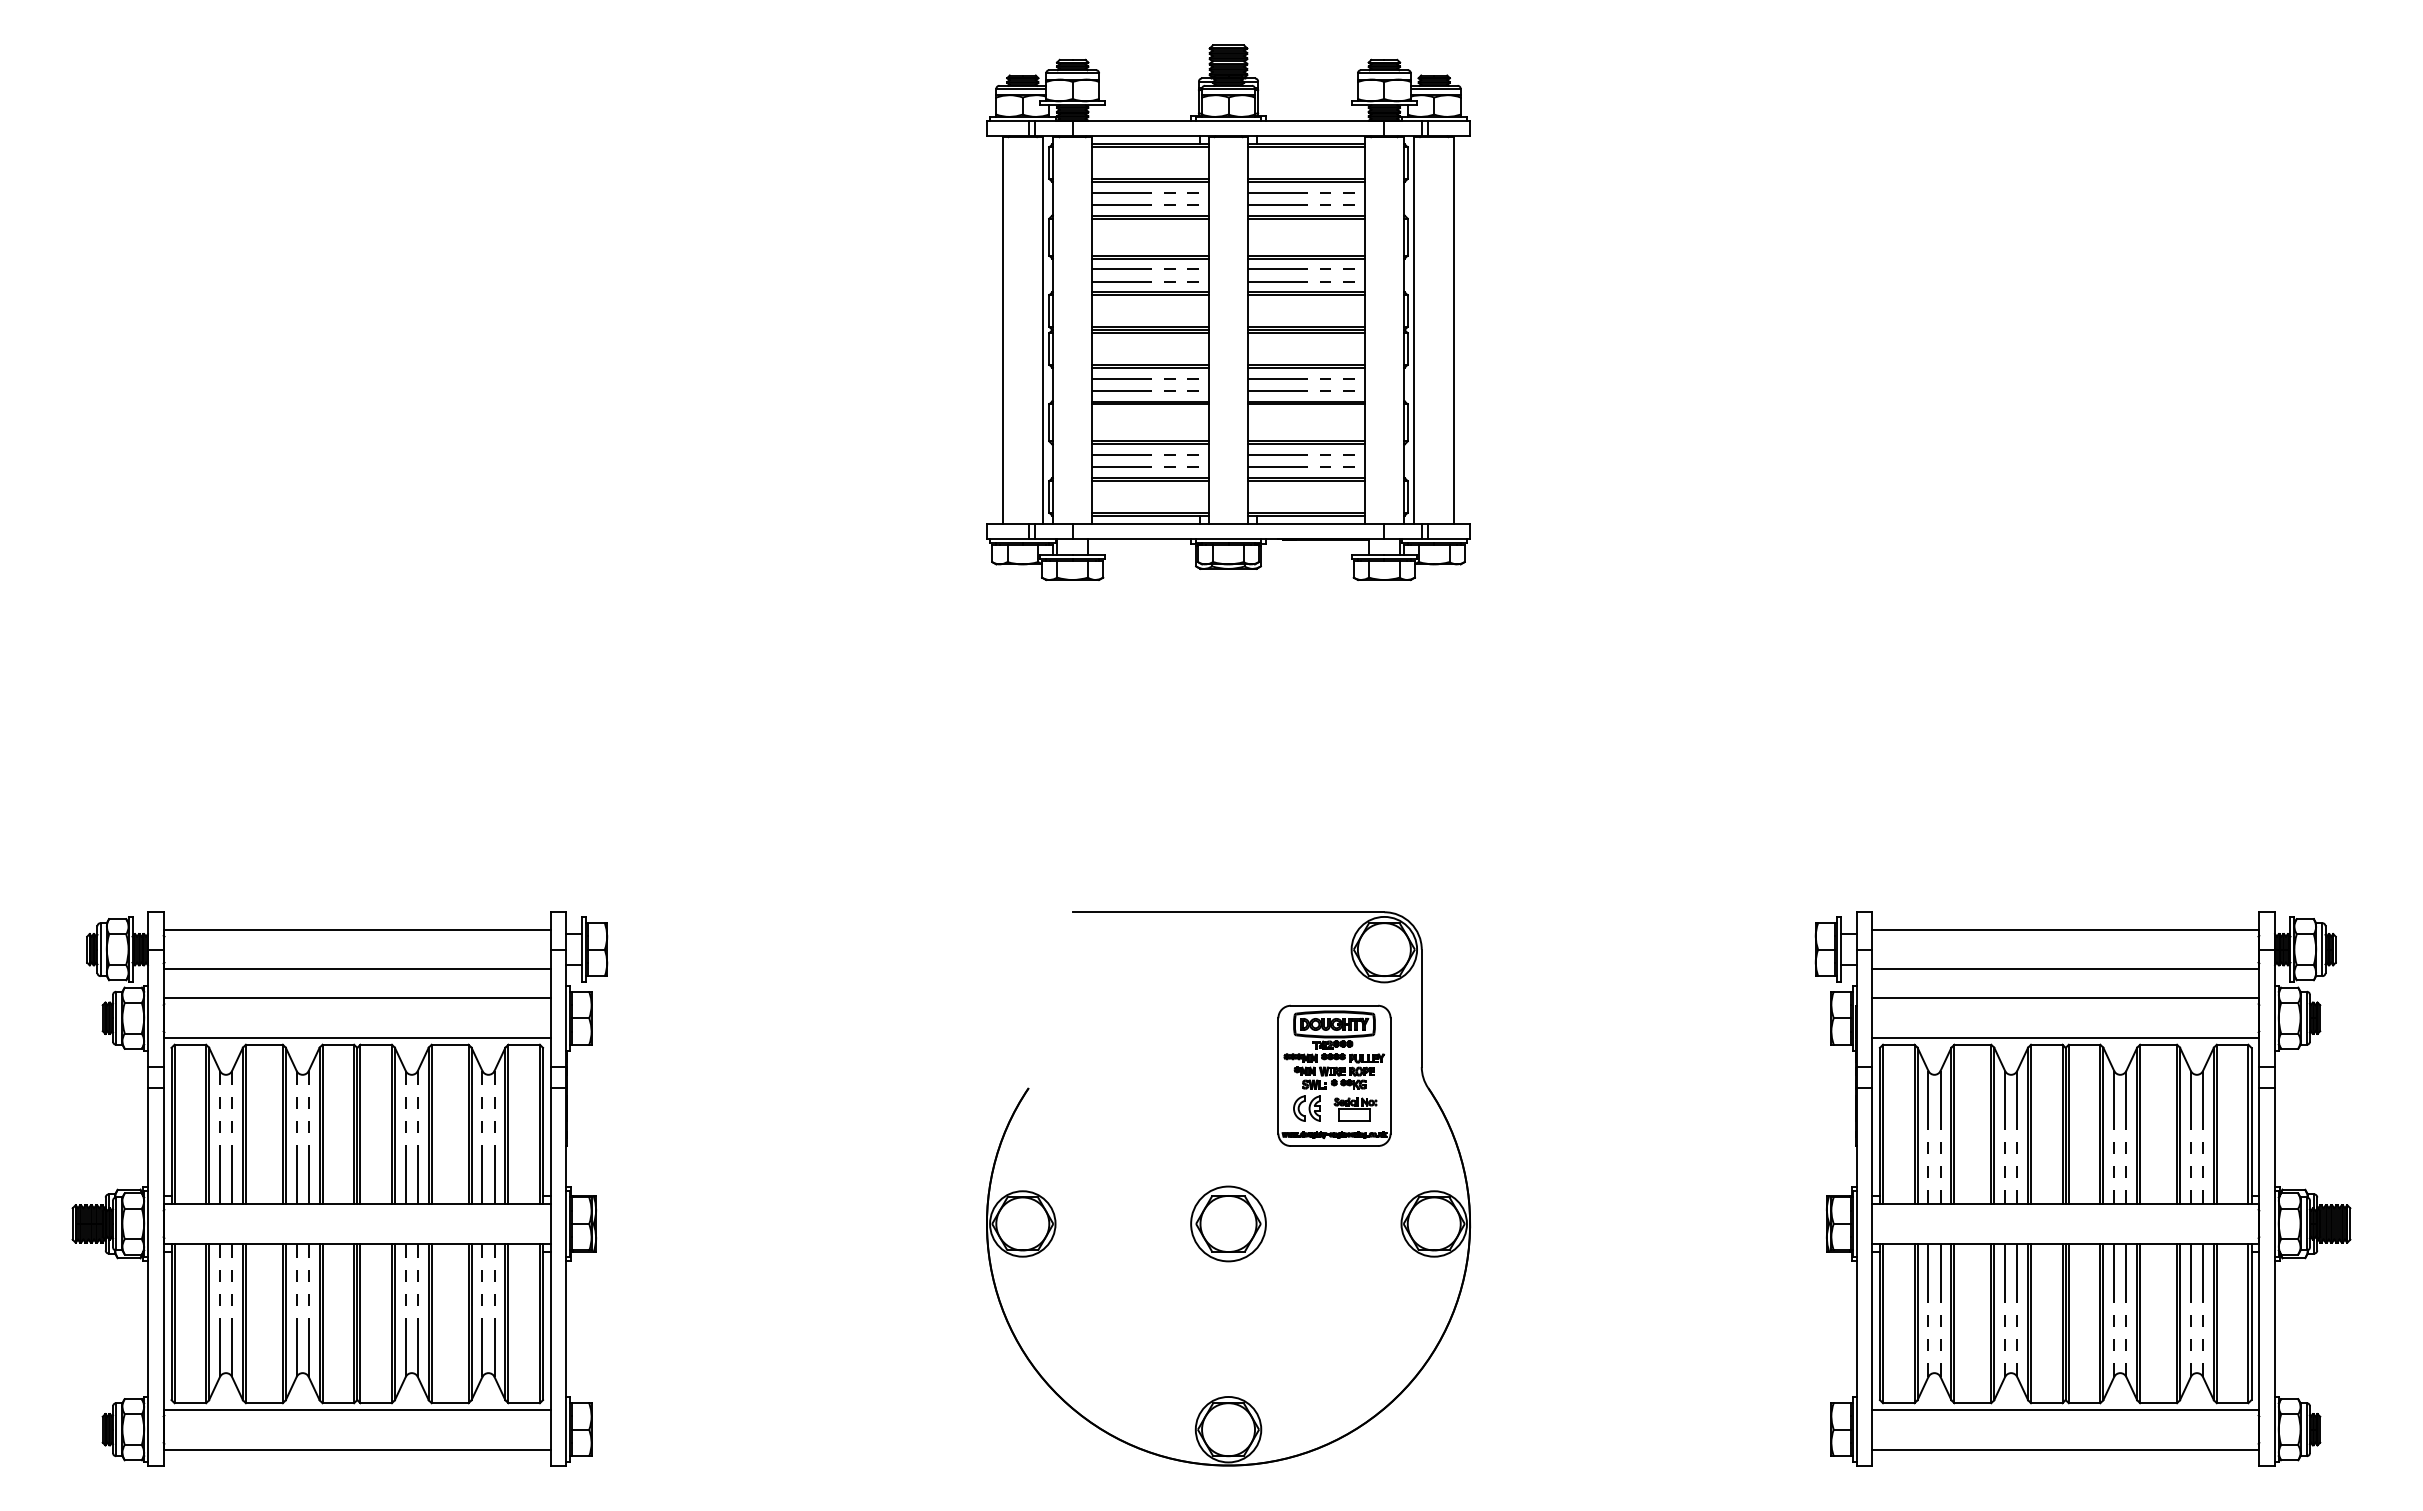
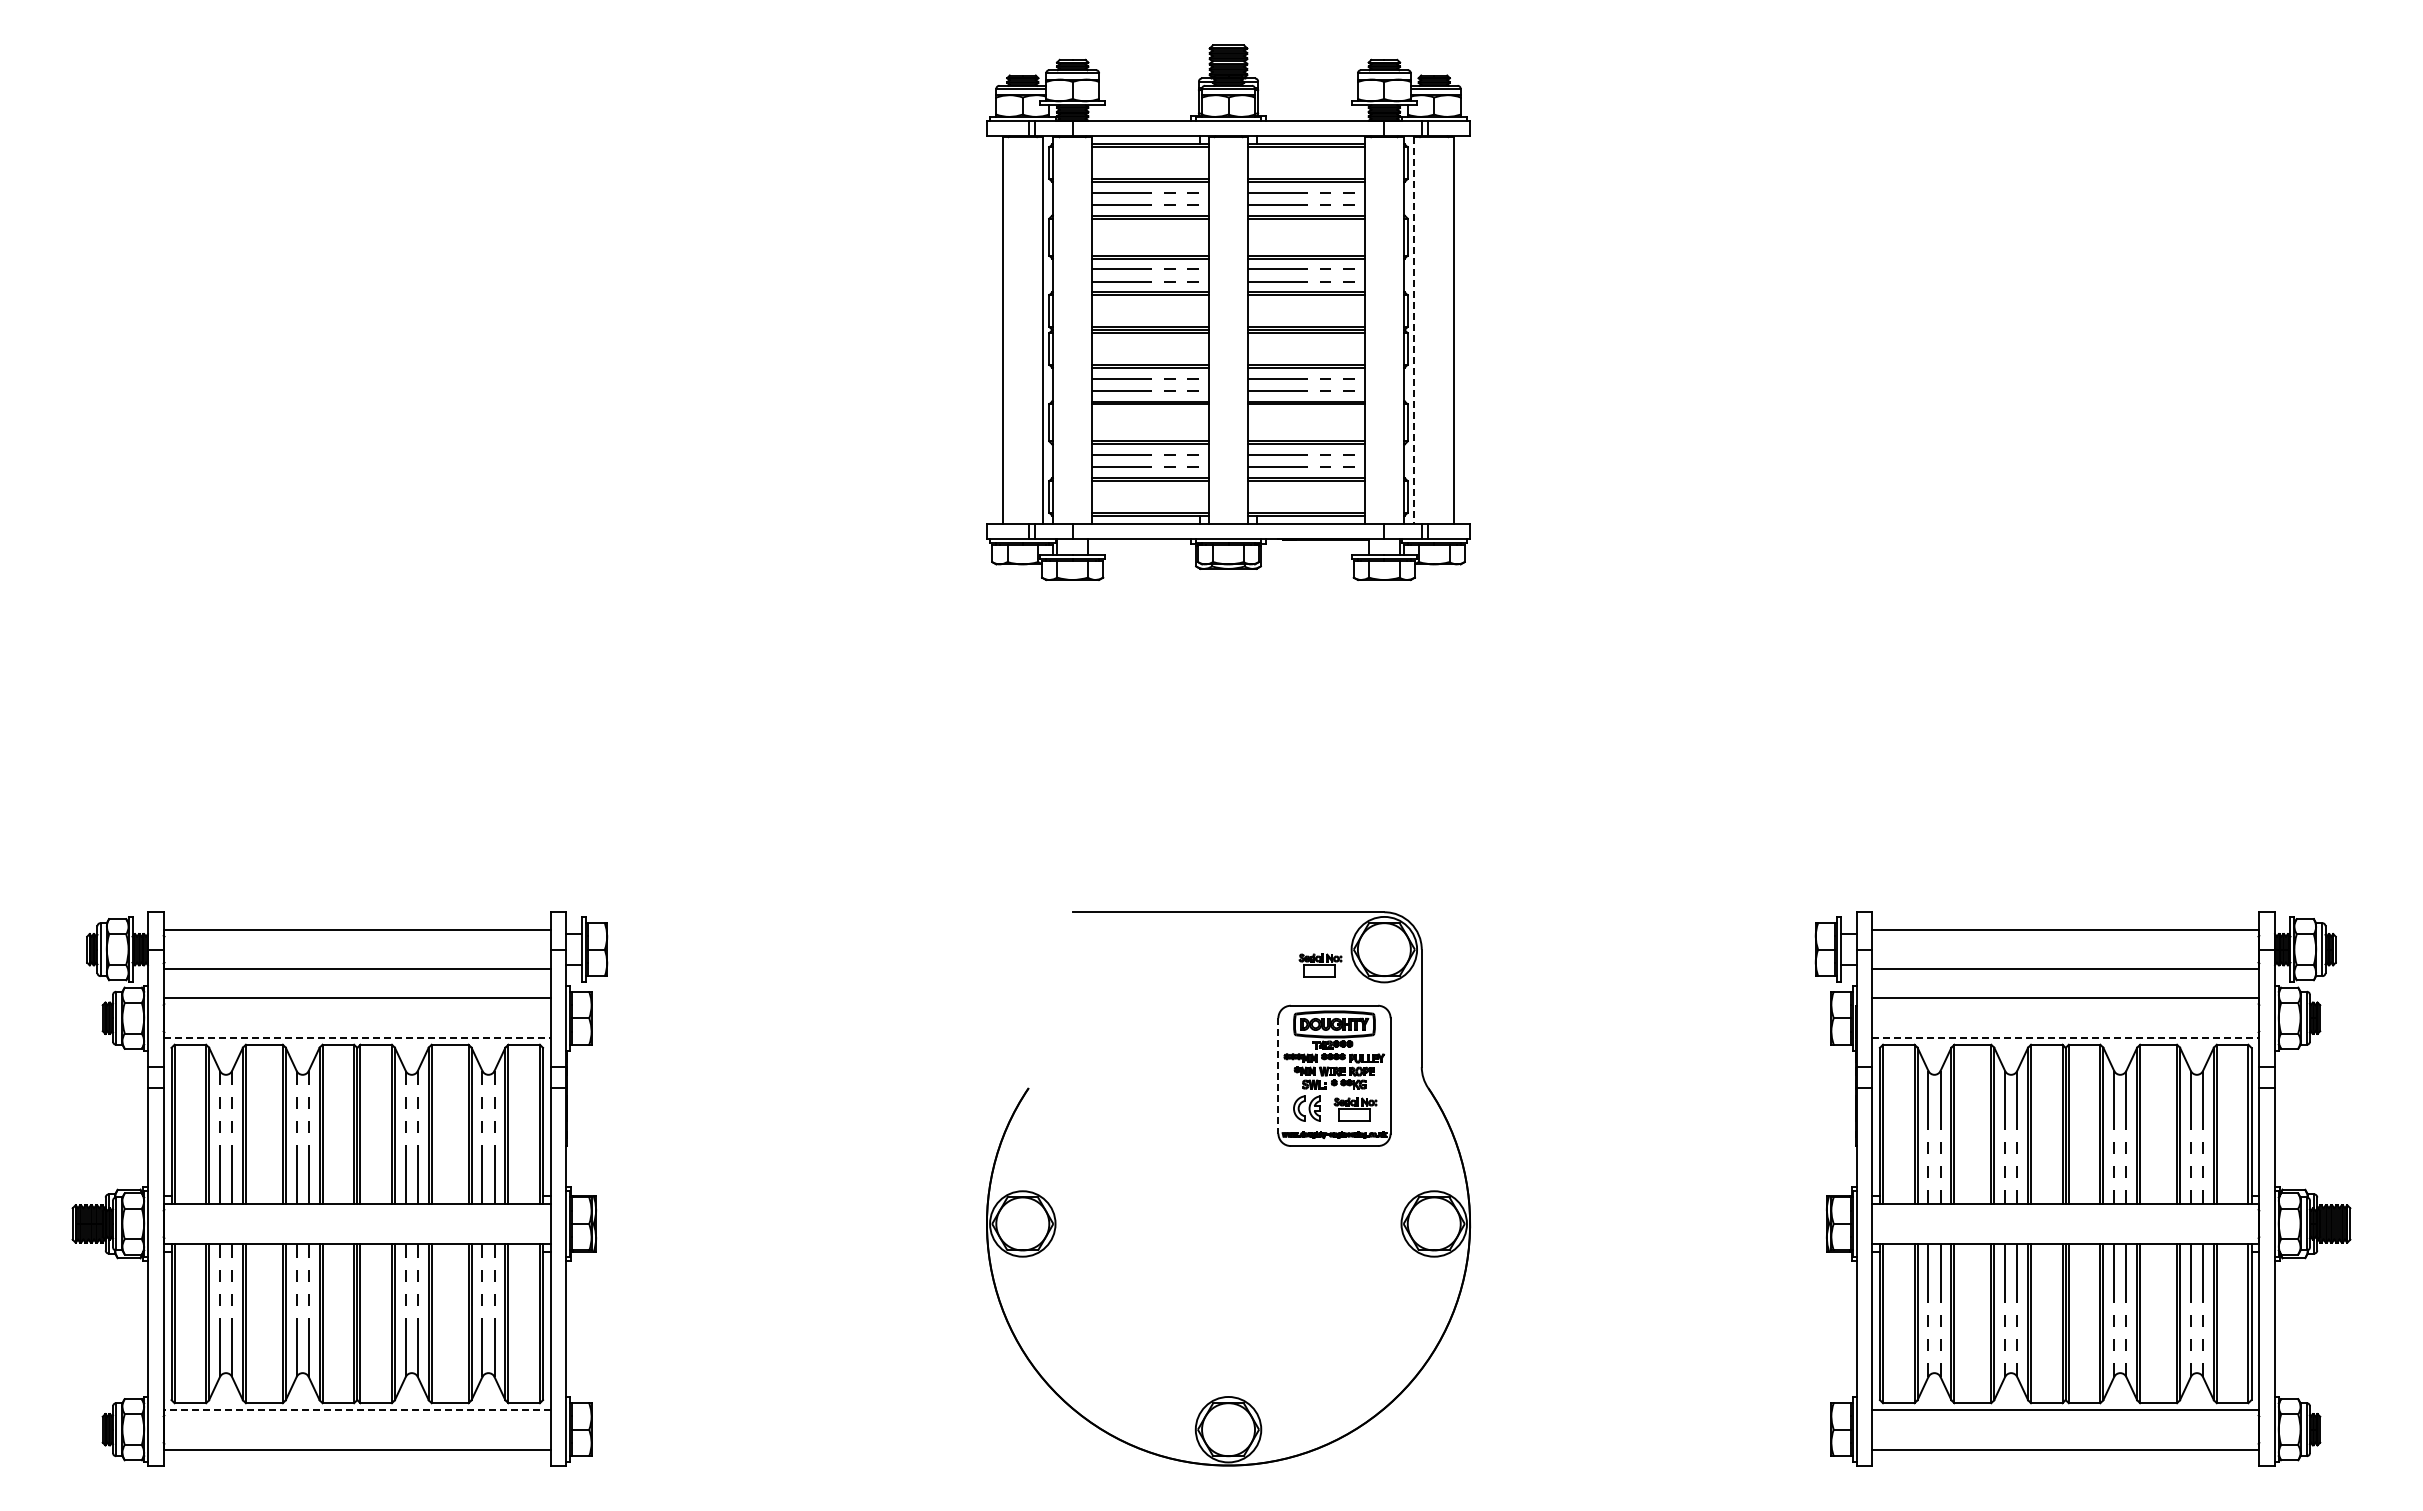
line at (1414, 330): solid -> dashed
part at (1320, 965): none -> present
line at (358, 1038): solid -> dashed
line at (2065, 1038): solid -> dashed
line at (1278, 1075): solid -> dashed
part at (1228, 1223): present -> none
line at (357, 1409): solid -> dashed
